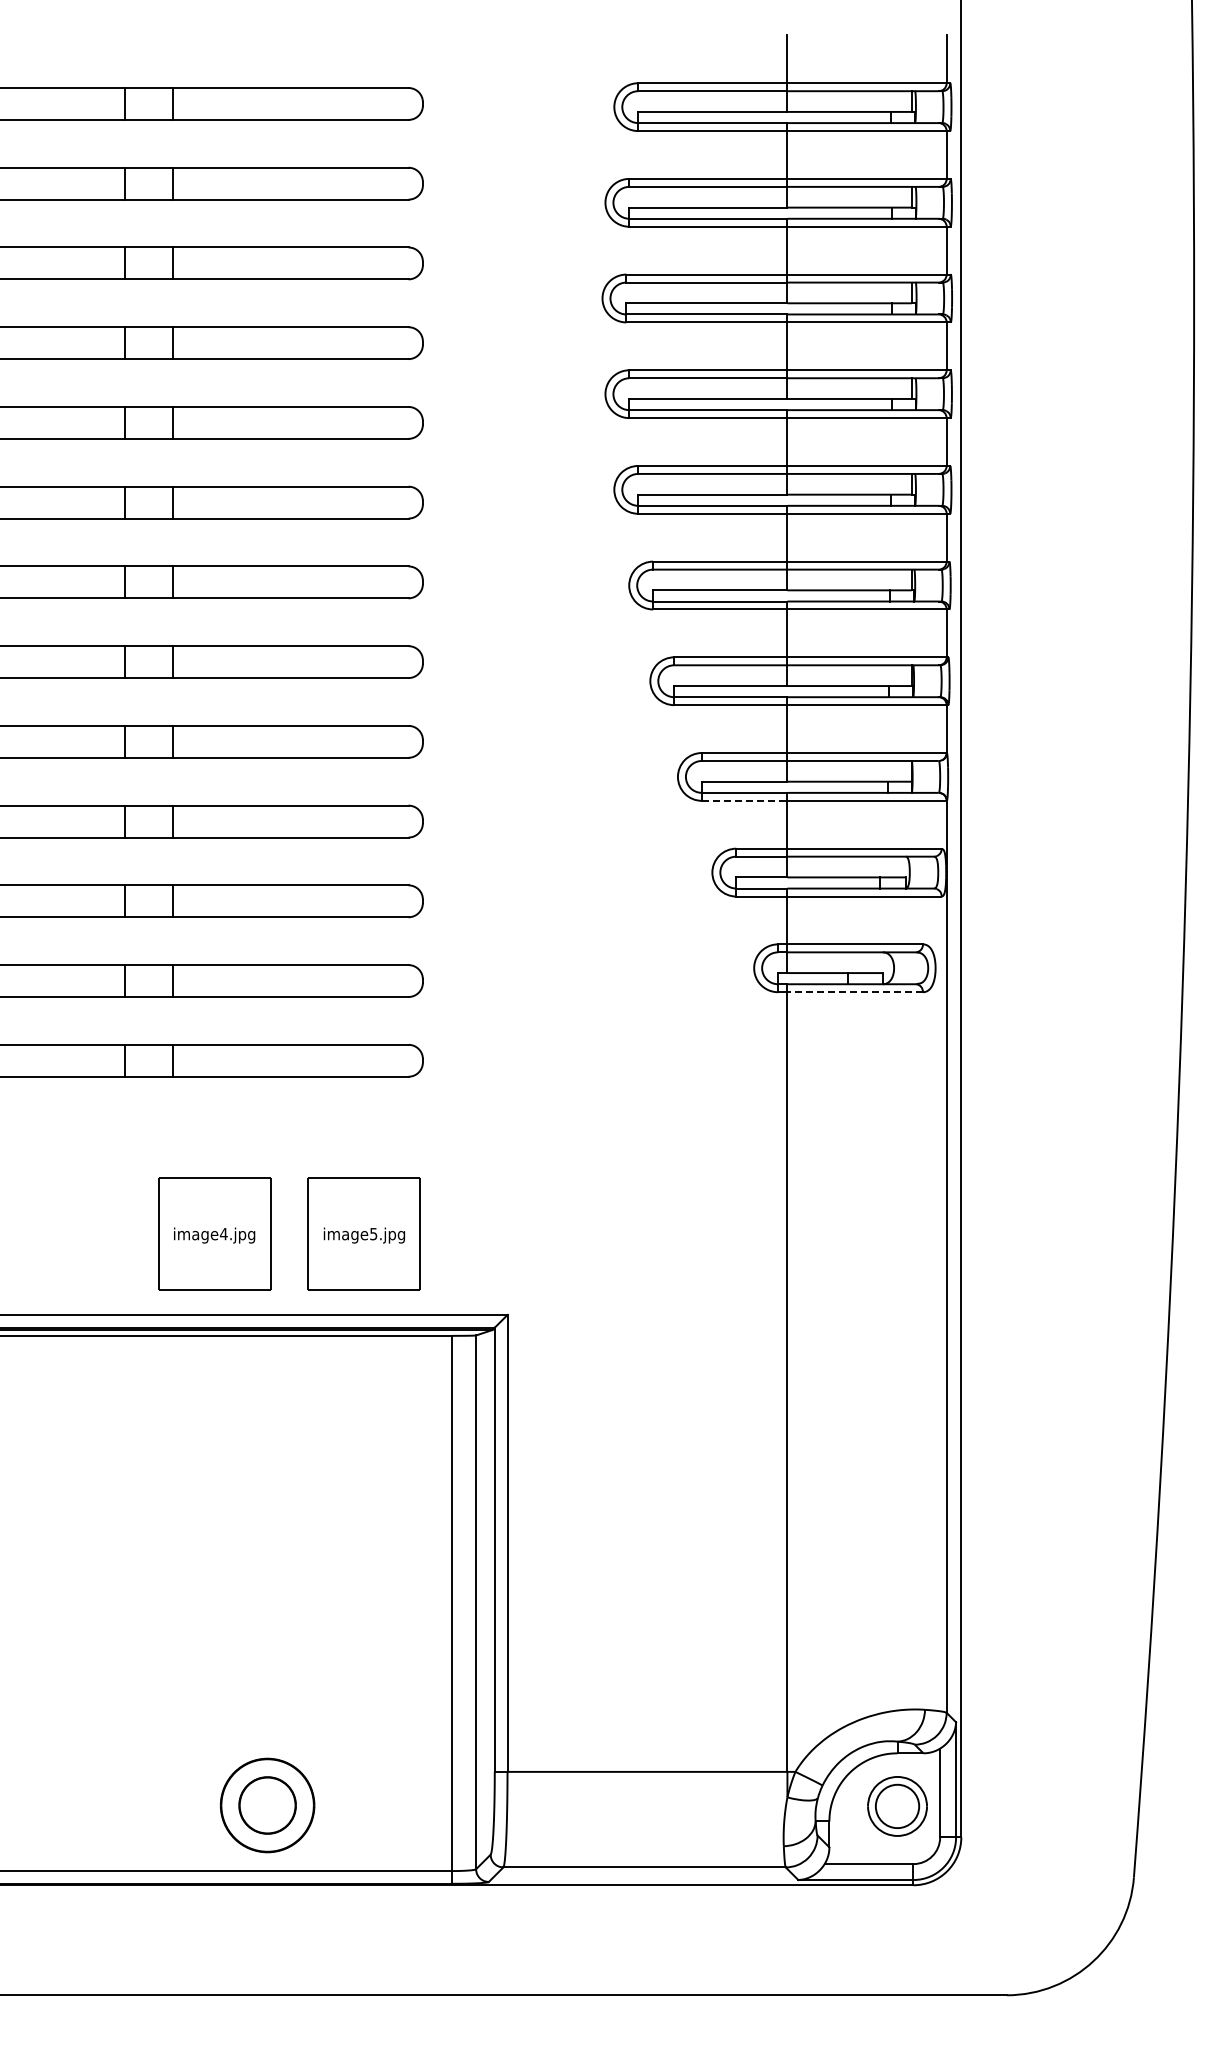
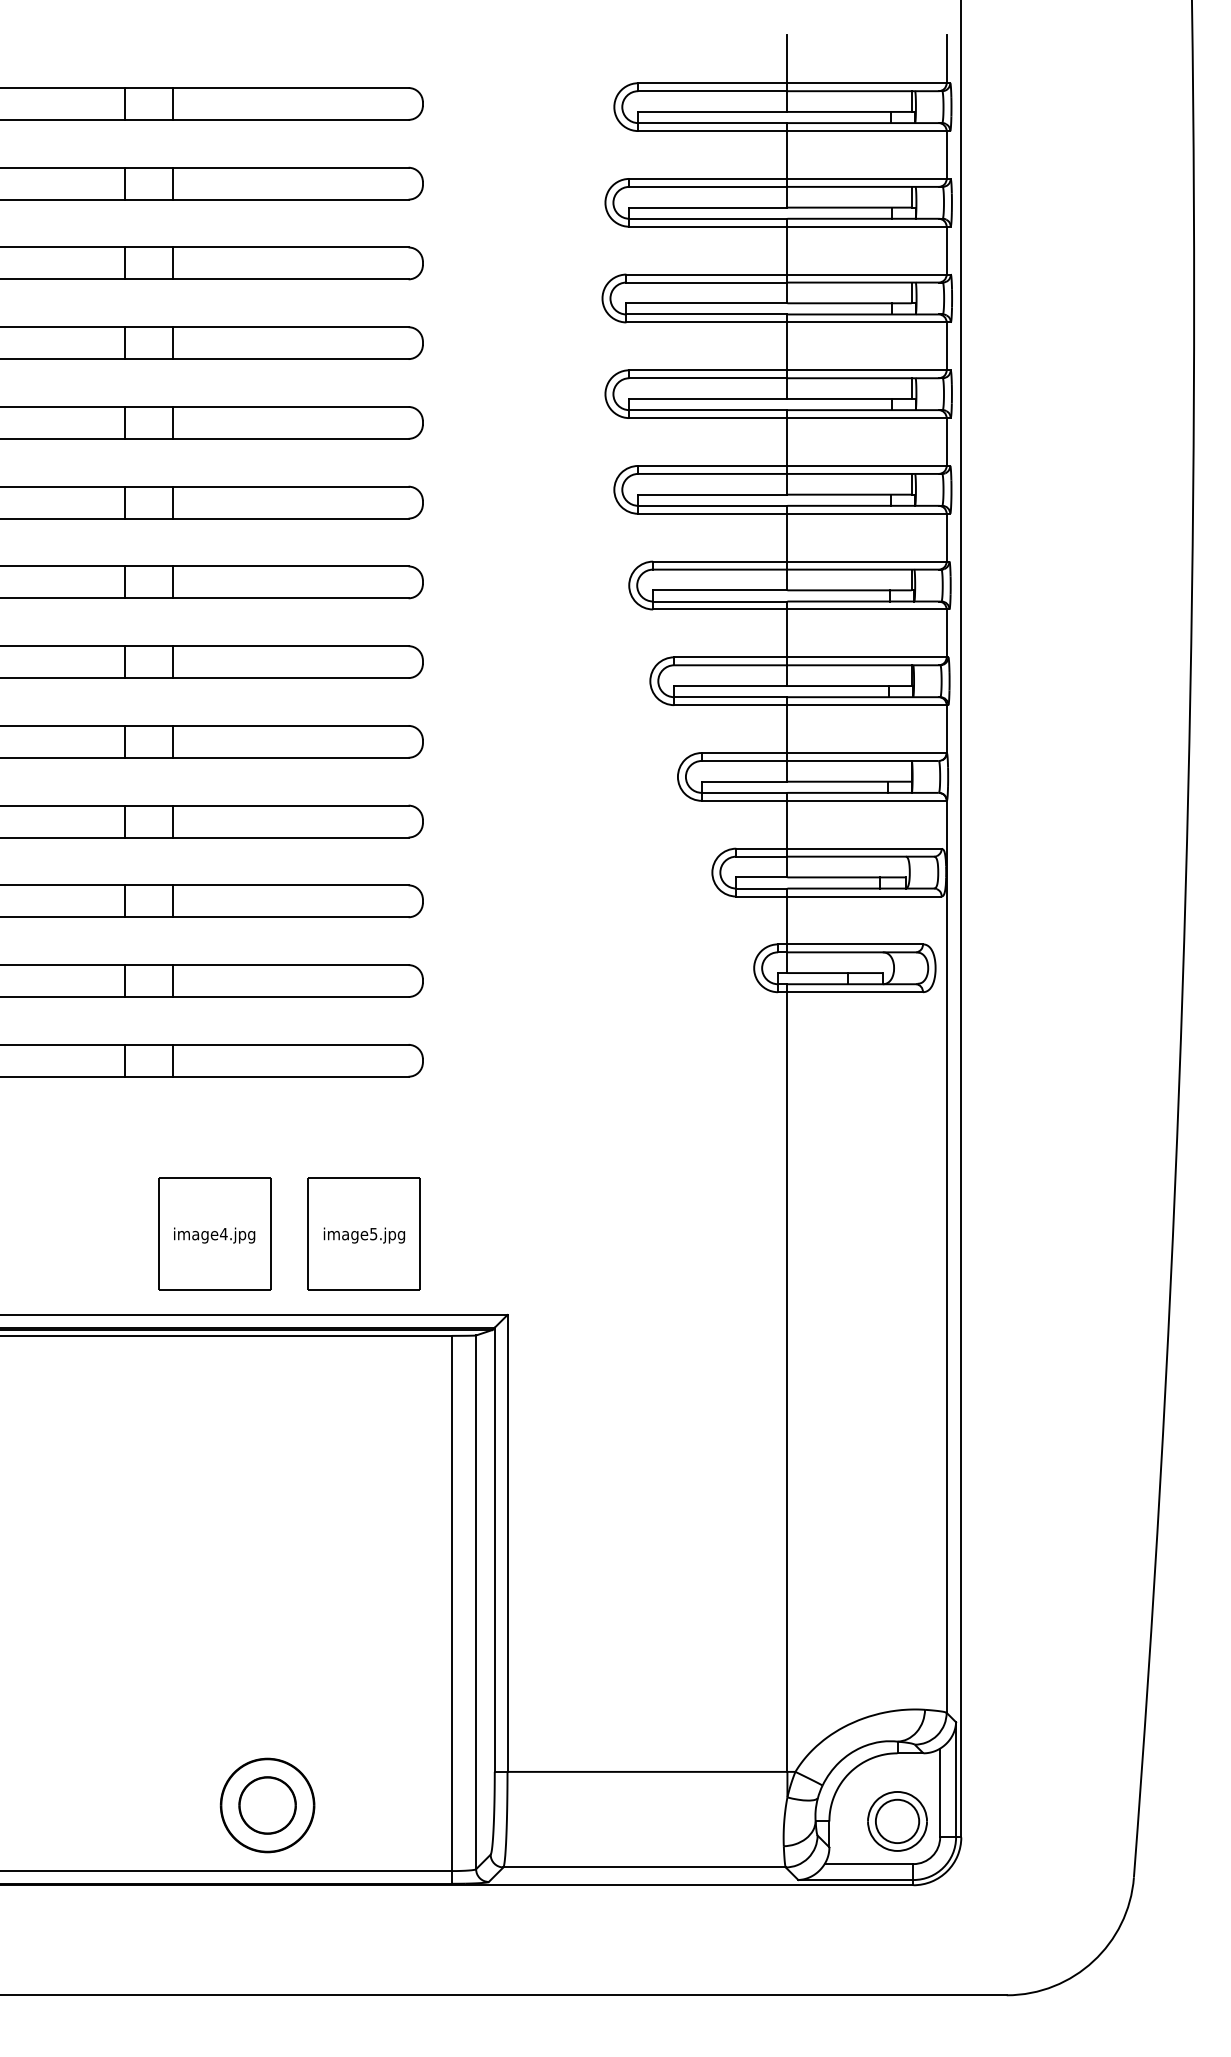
line at (744, 800): dashed -> solid
line at (855, 992): dashed -> solid
part at (897, 1806) position: (897, 1806) -> (897, 1821)
